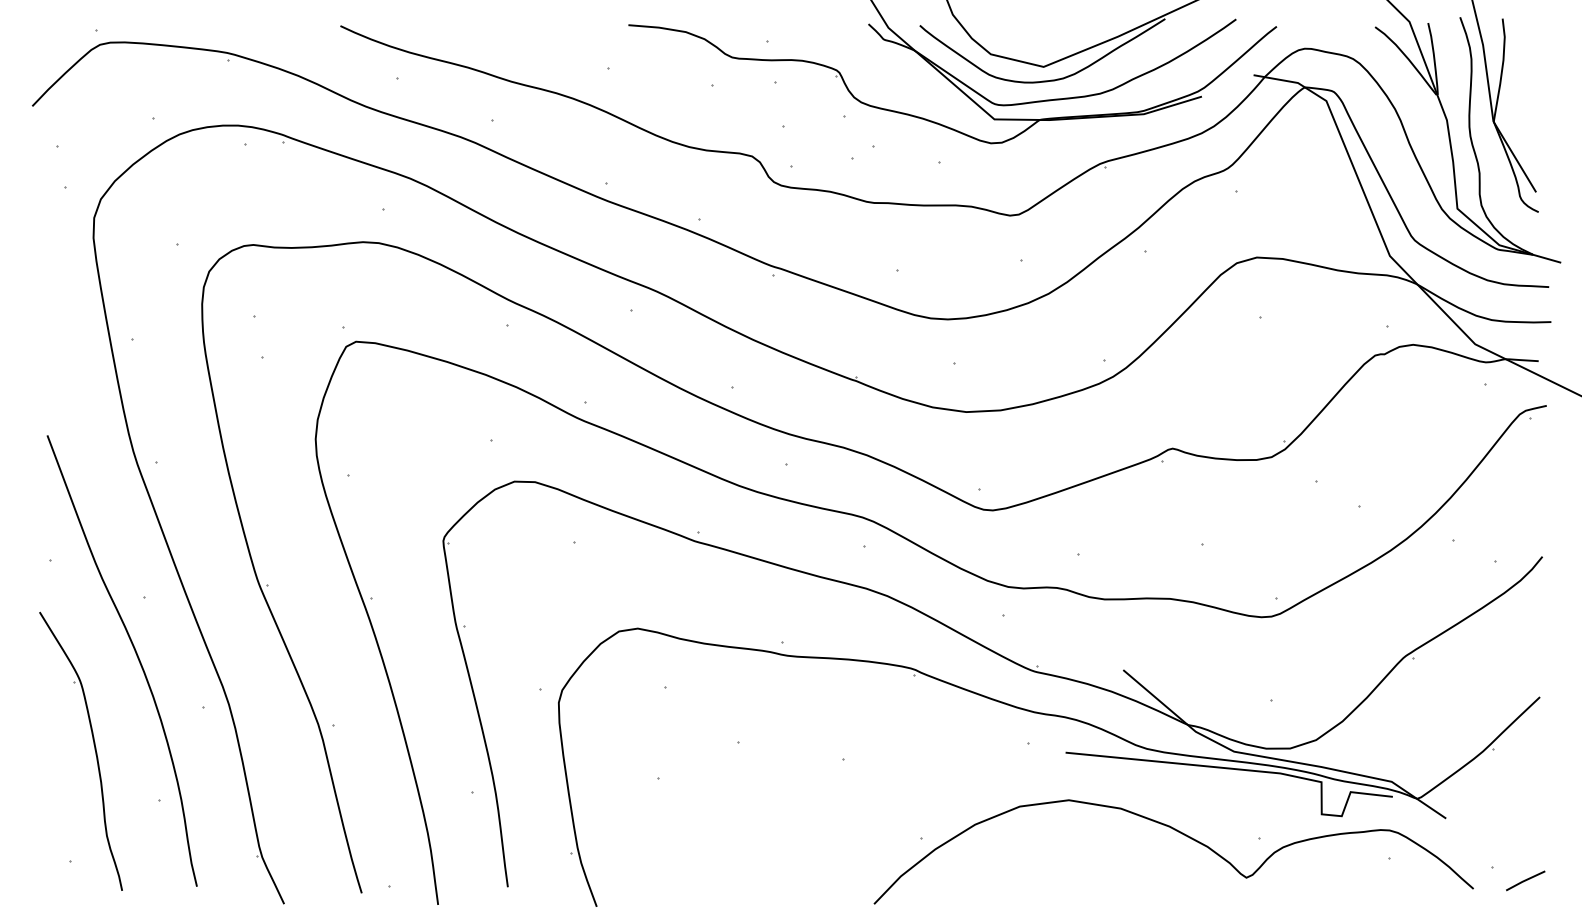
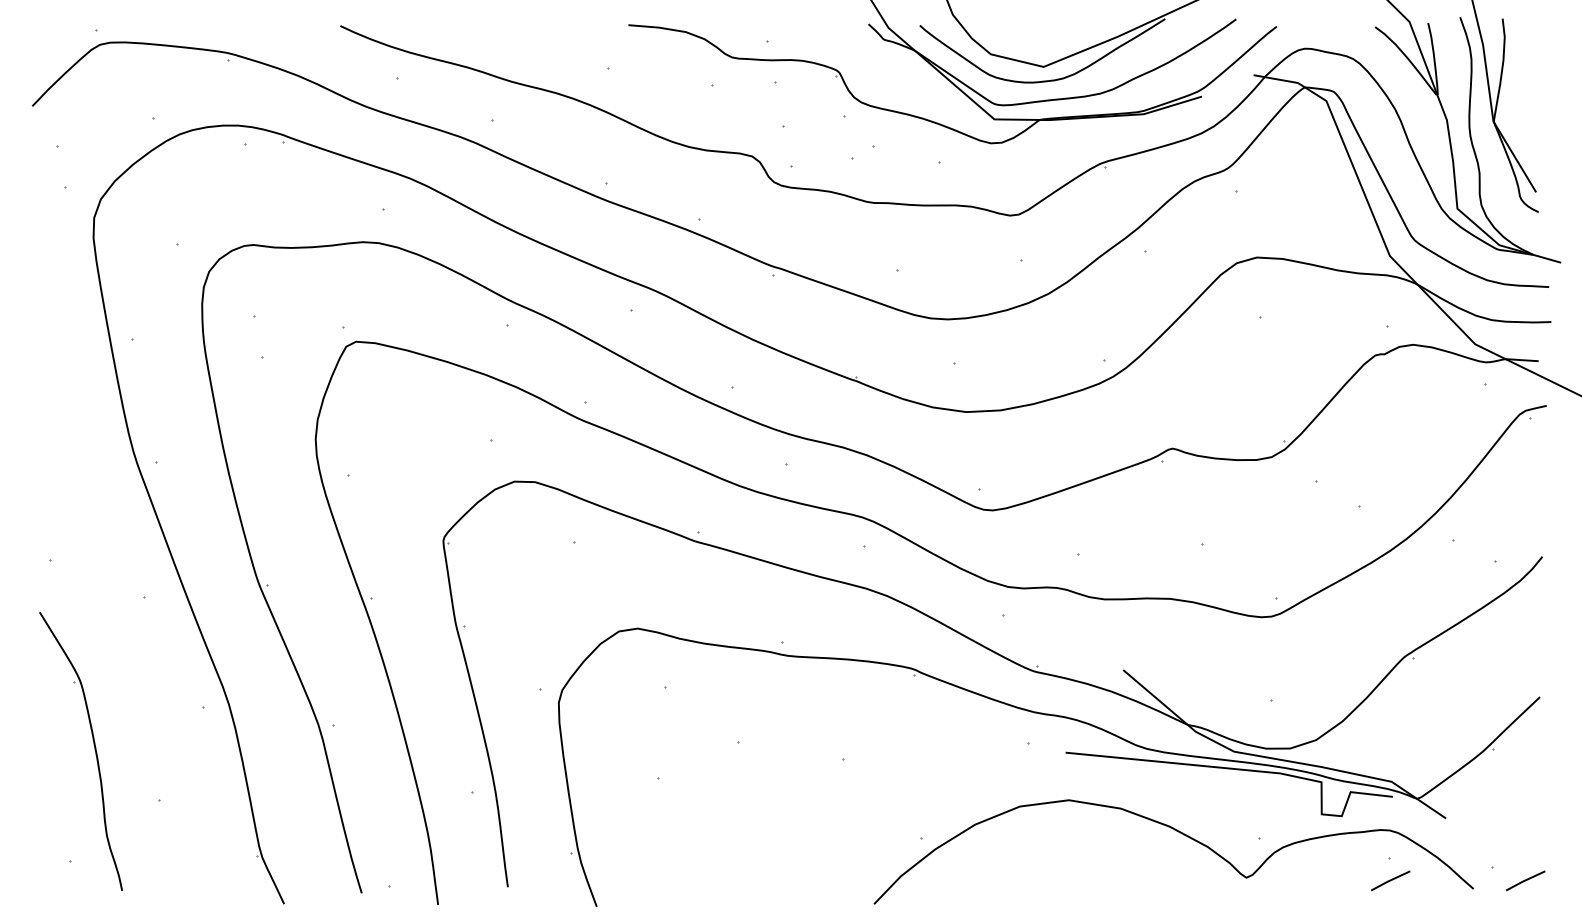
curve at (136, 656): present -> none
line at (1390, 880): none -> present
